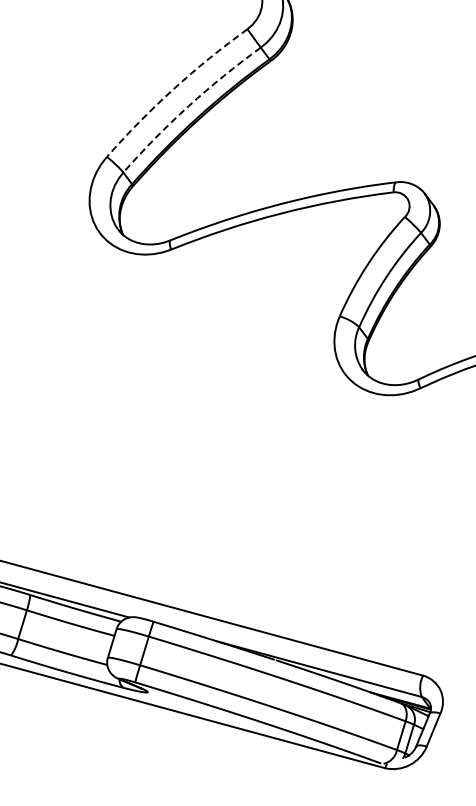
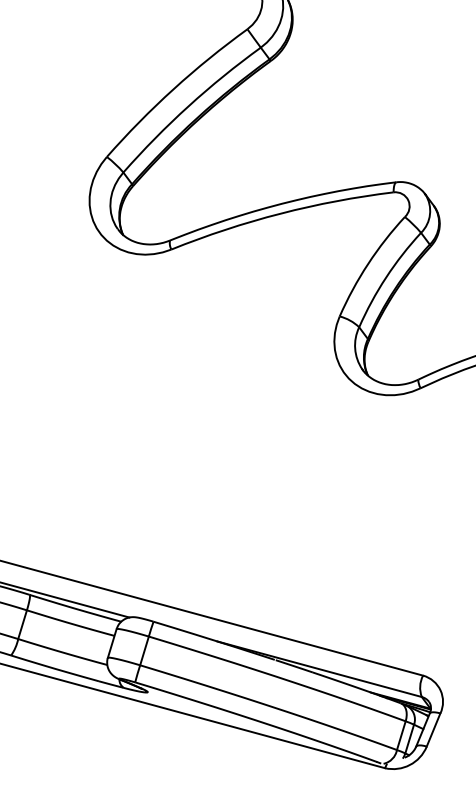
arc at (173, 89): dashed -> solid
arc at (188, 106): dashed -> solid
